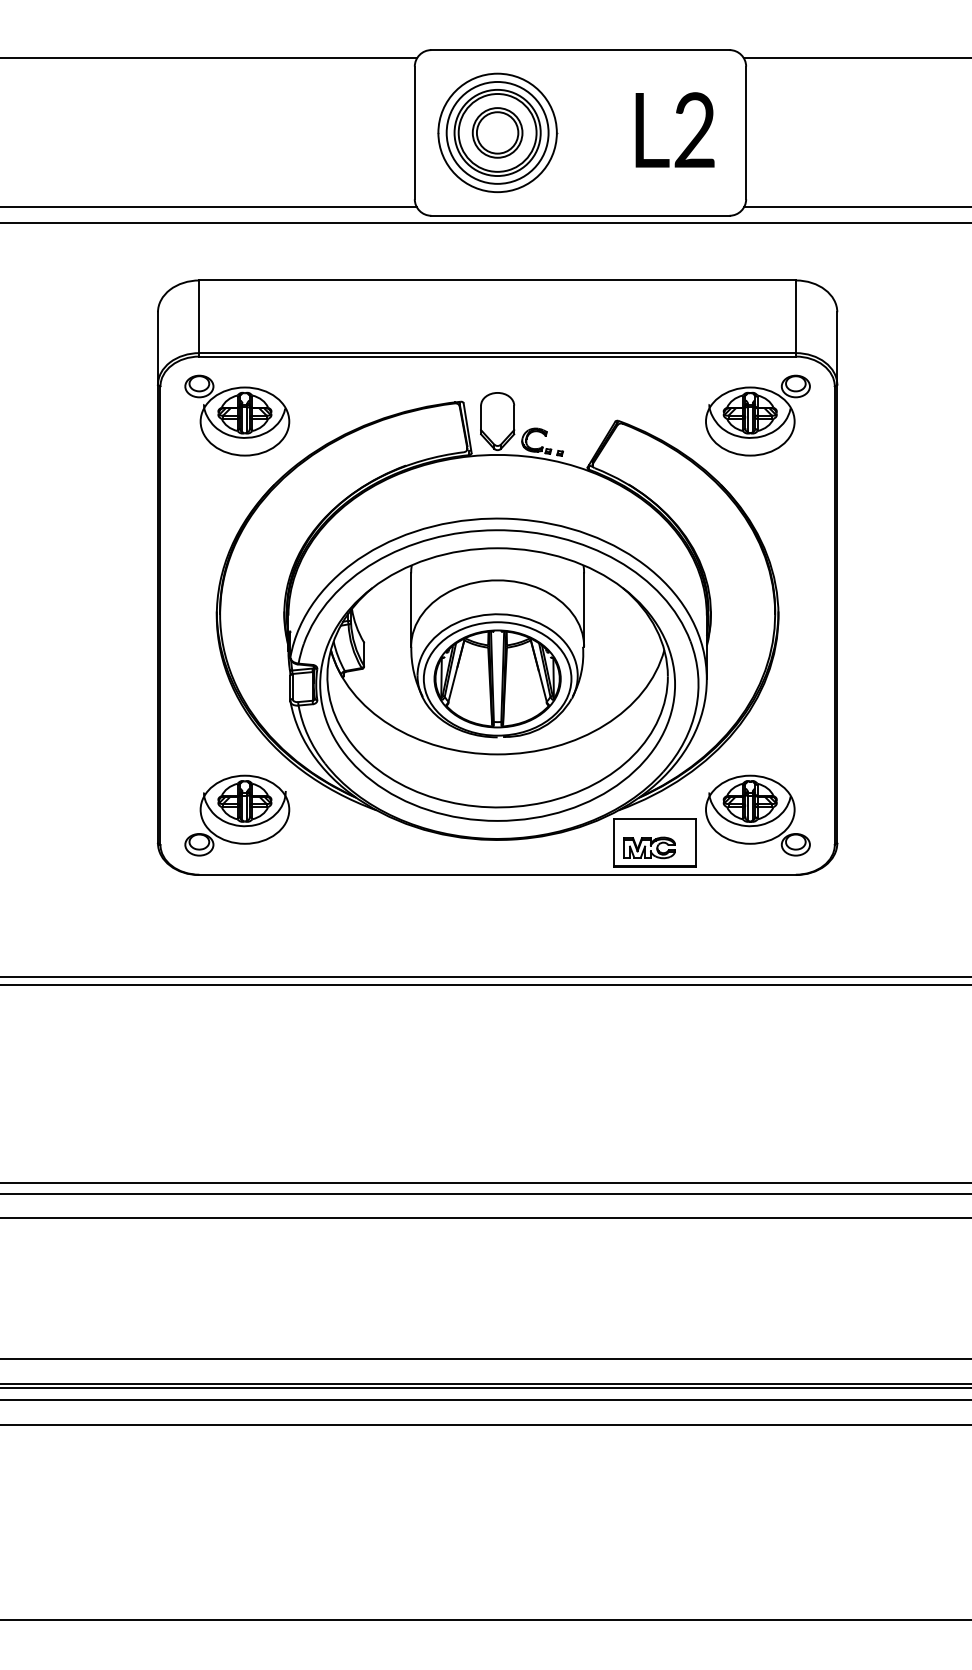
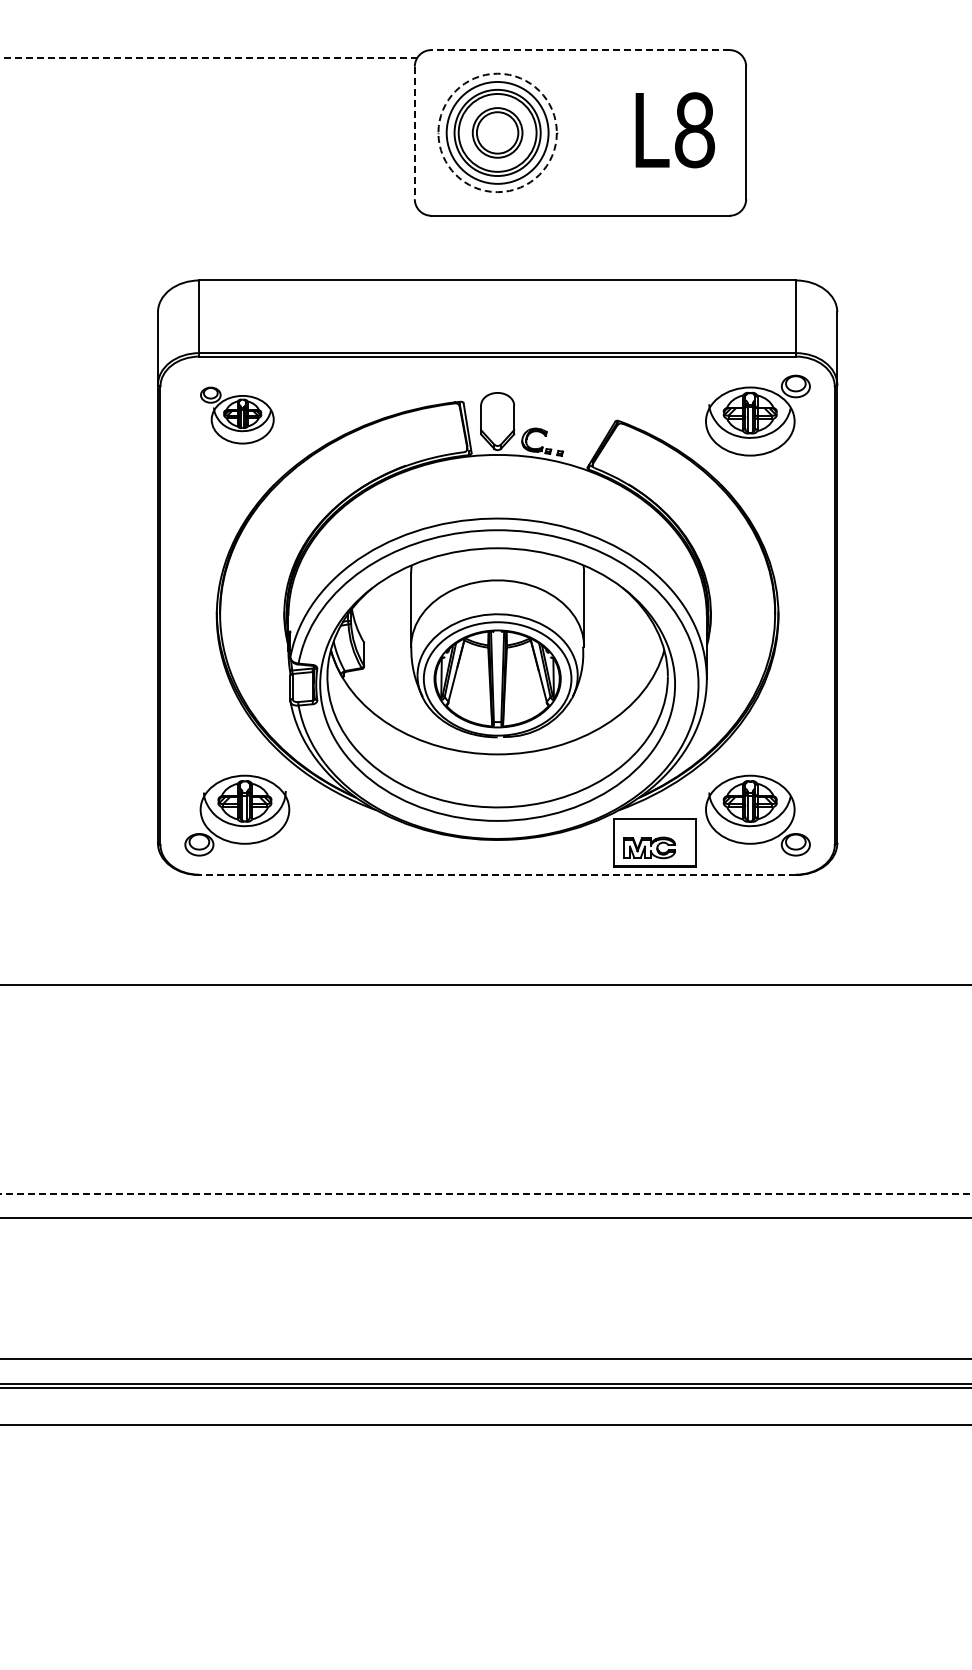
line at (579, 50): solid -> dashed
line at (209, 58): solid -> dashed
line at (855, 58): present -> none
text at (694, 130): L2 -> L8
circle at (497, 132): solid -> dashed
line at (414, 133): solid -> dashed
line at (209, 207): present -> none
line at (856, 207): present -> none
line at (485, 223): present -> none
part at (237, 415) size: 107x83 px -> 75x59 px
line at (497, 874): solid -> dashed
line at (485, 976): present -> none
line at (485, 1183): present -> none
line at (486, 1193): solid -> dashed
line at (485, 1400): present -> none
line at (485, 1619): present -> none
